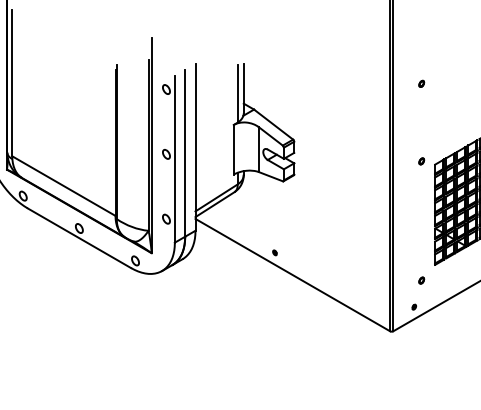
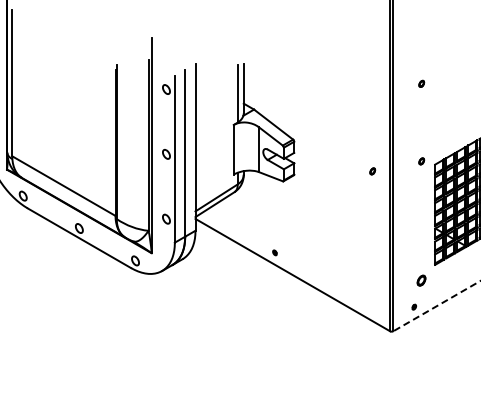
part at (372, 171): none -> present
part at (421, 280) size: 8x9 px -> 11x13 px
line at (436, 306): solid -> dashed
